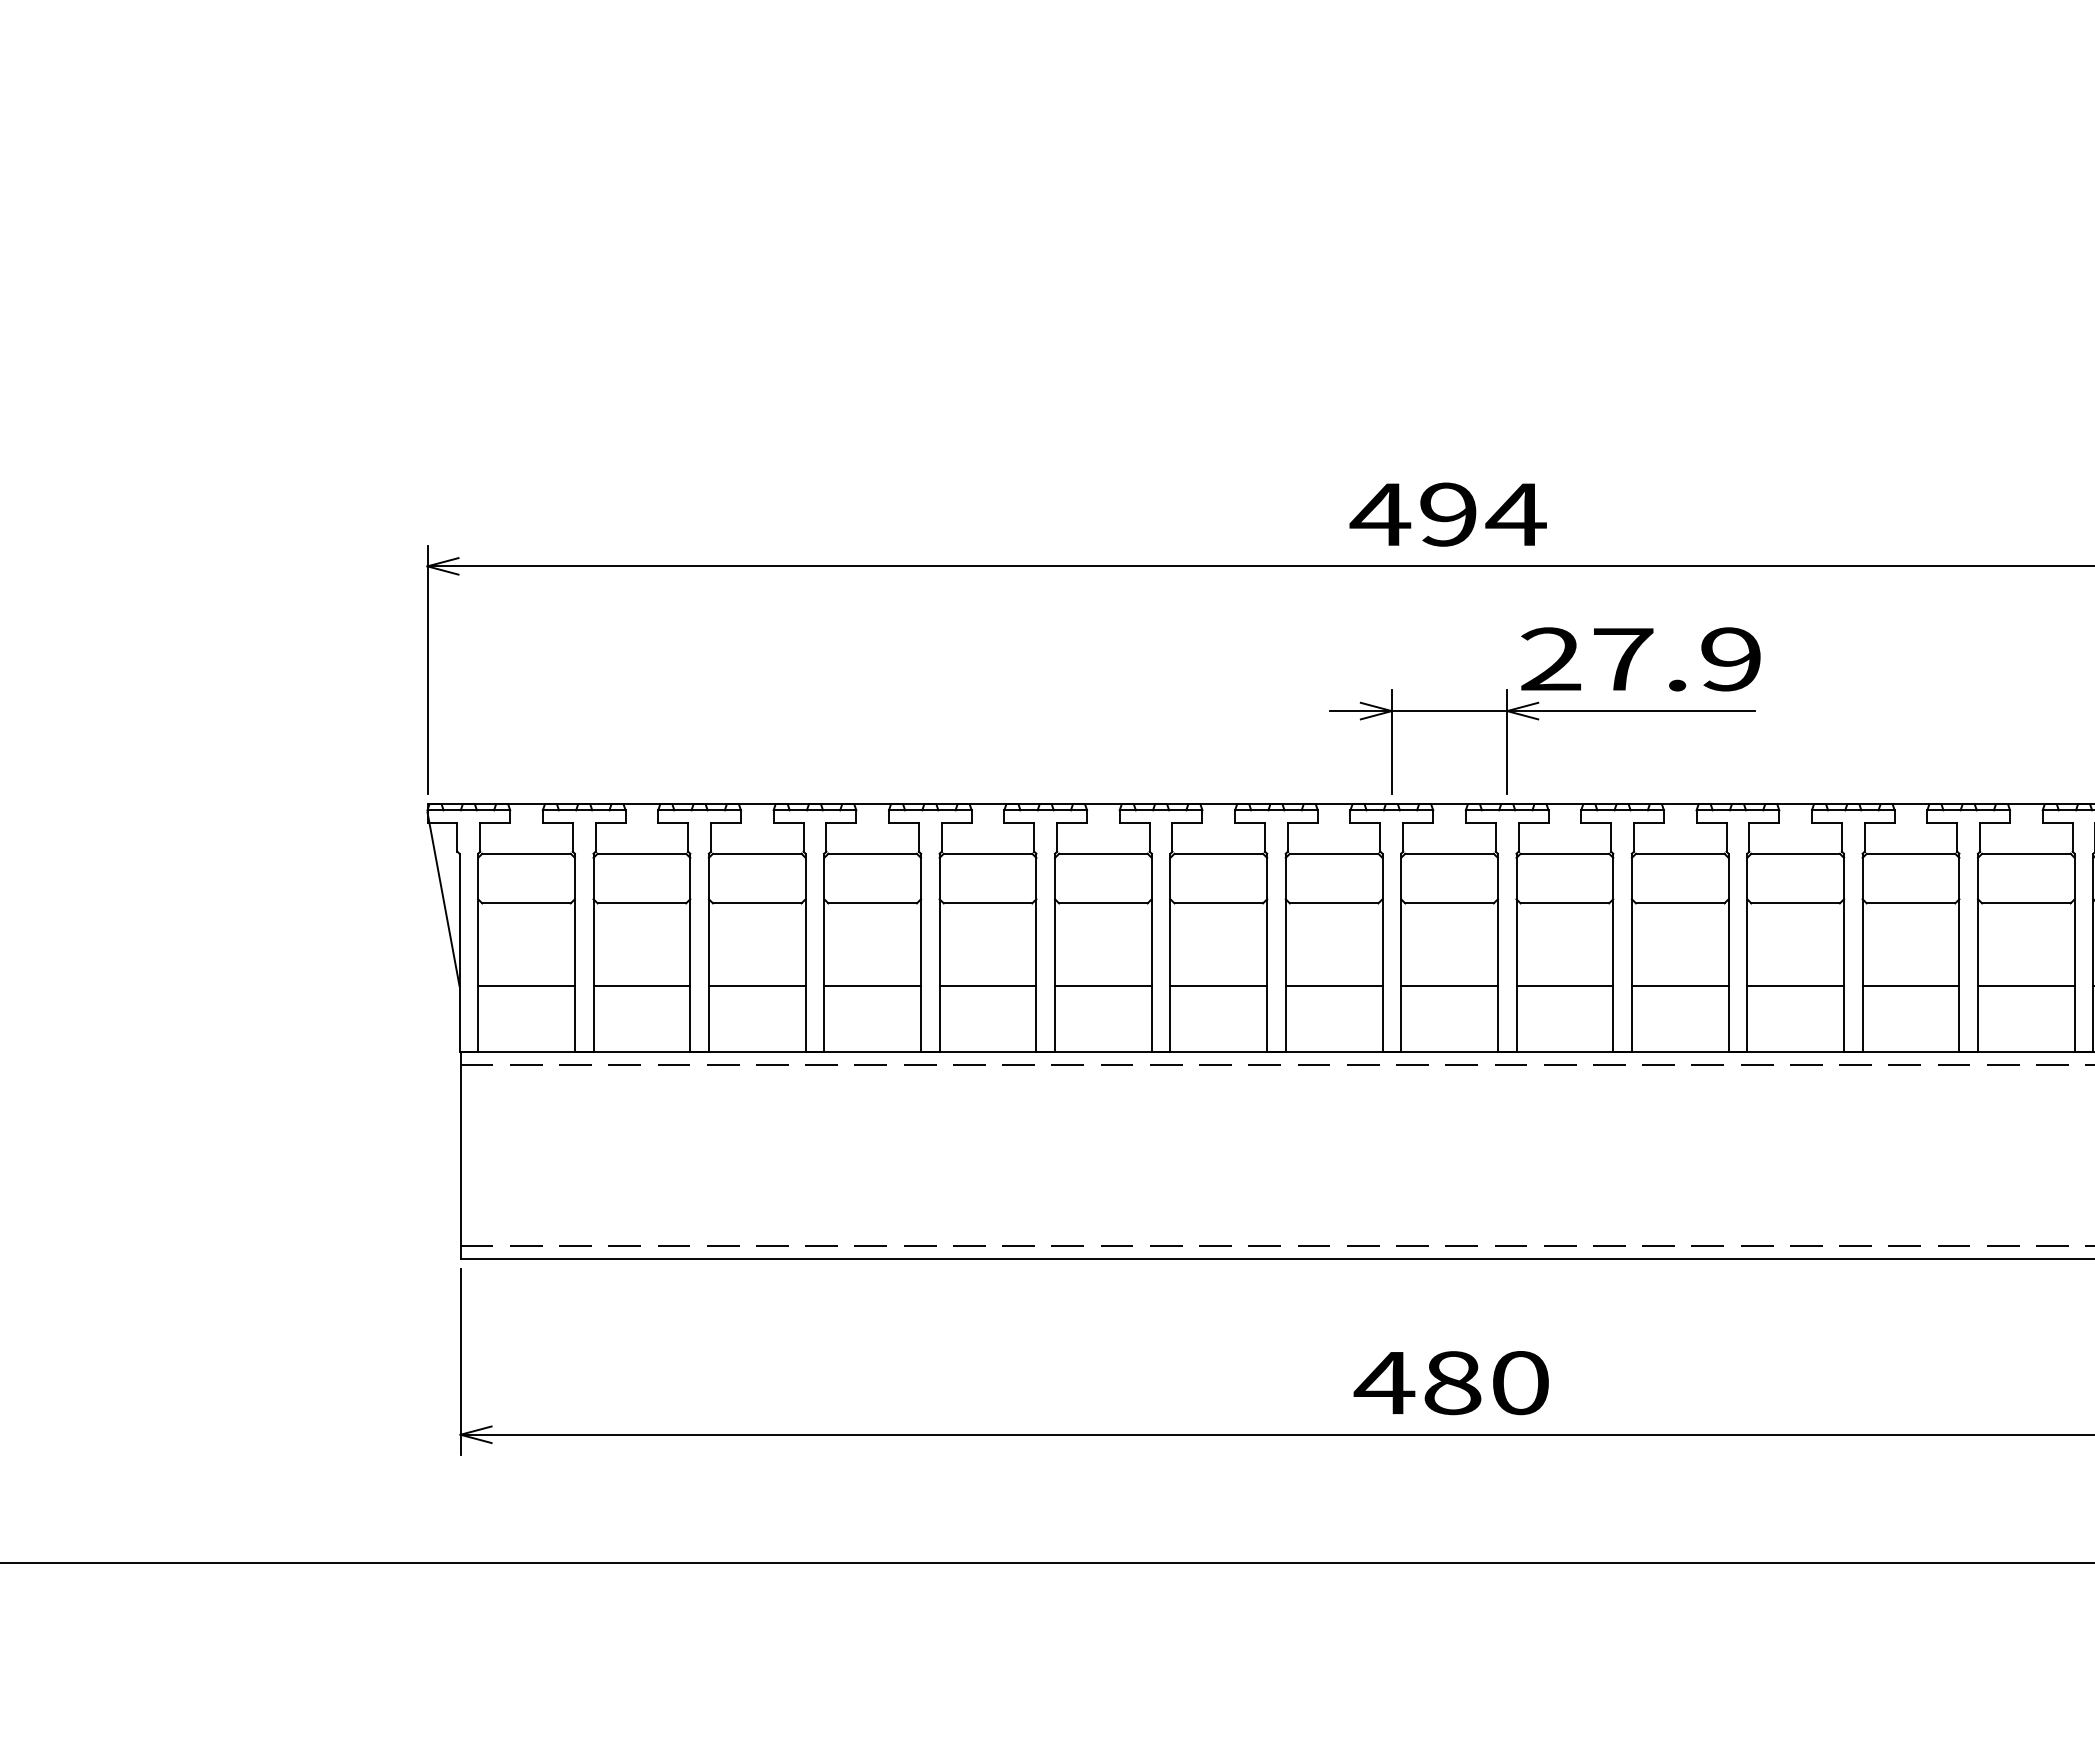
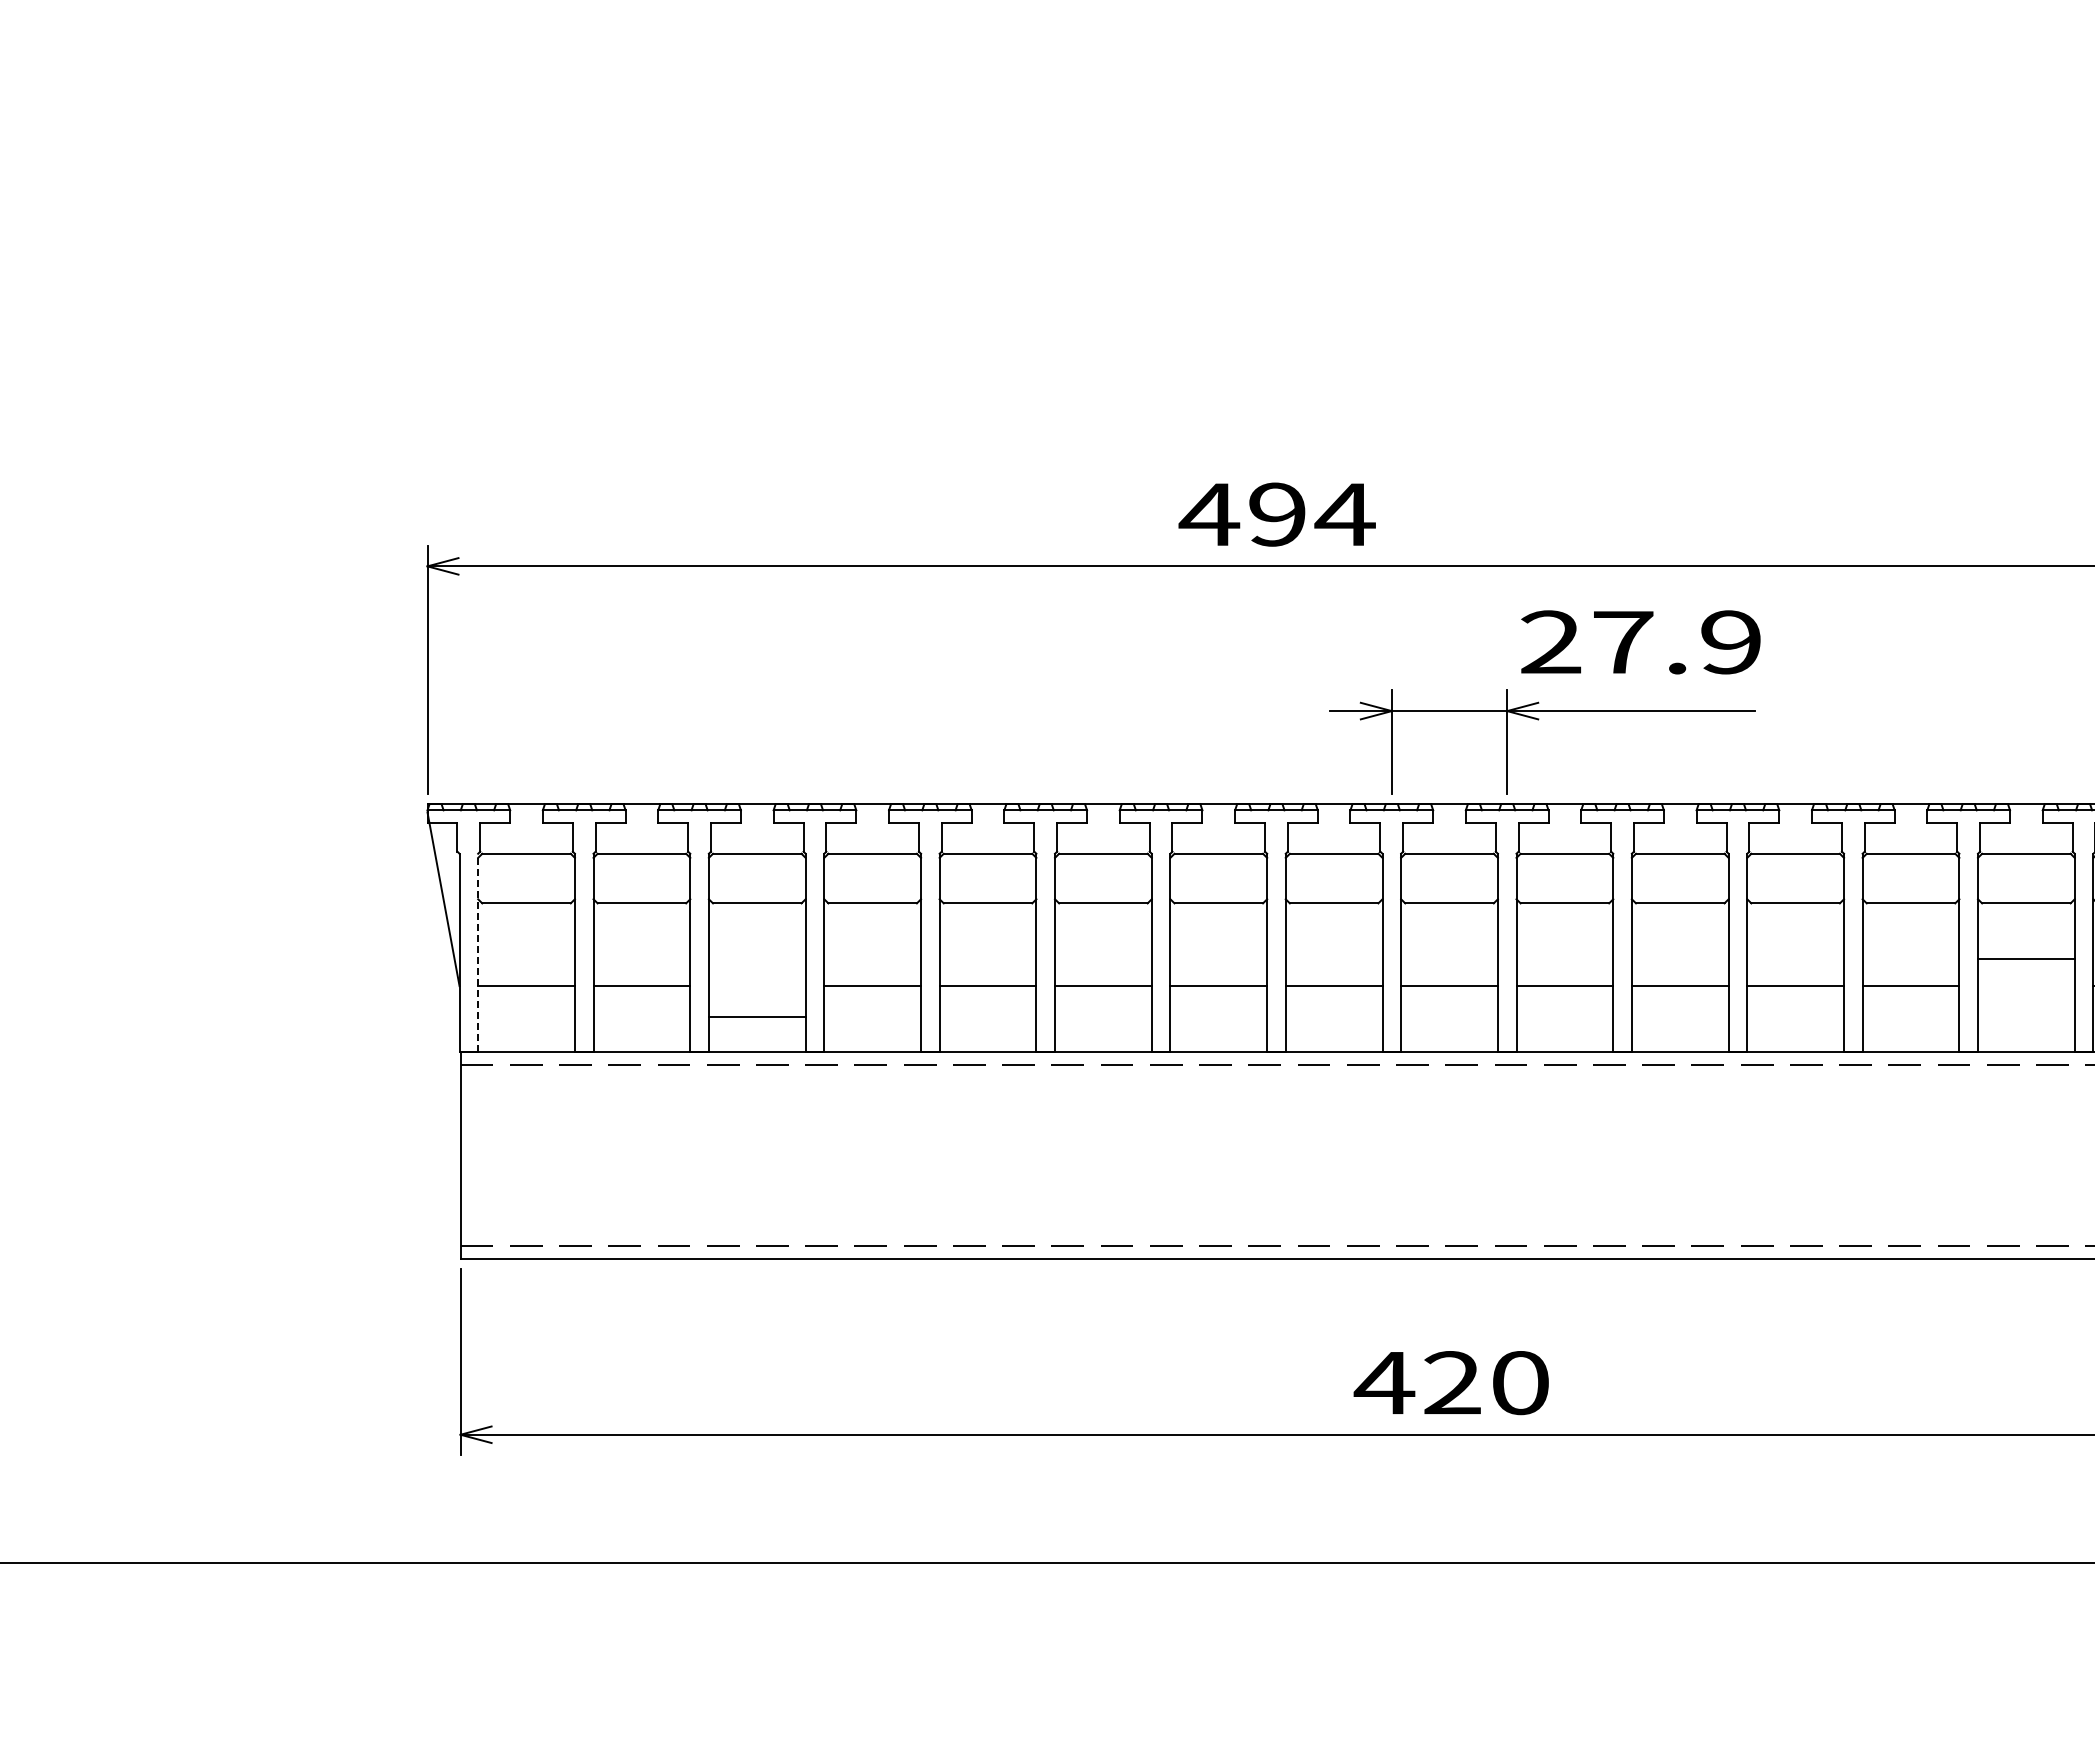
text at (1447, 514) position: (1447, 514) -> (1276, 514)
text at (1640, 659) position: (1640, 659) -> (1640, 642)
line at (478, 952): solid -> dashed
line at (756, 986) position: (756, 986) -> (756, 1017)
line at (2026, 986) position: (2026, 986) -> (2026, 959)
text at (1452, 1383): 480 -> 420
